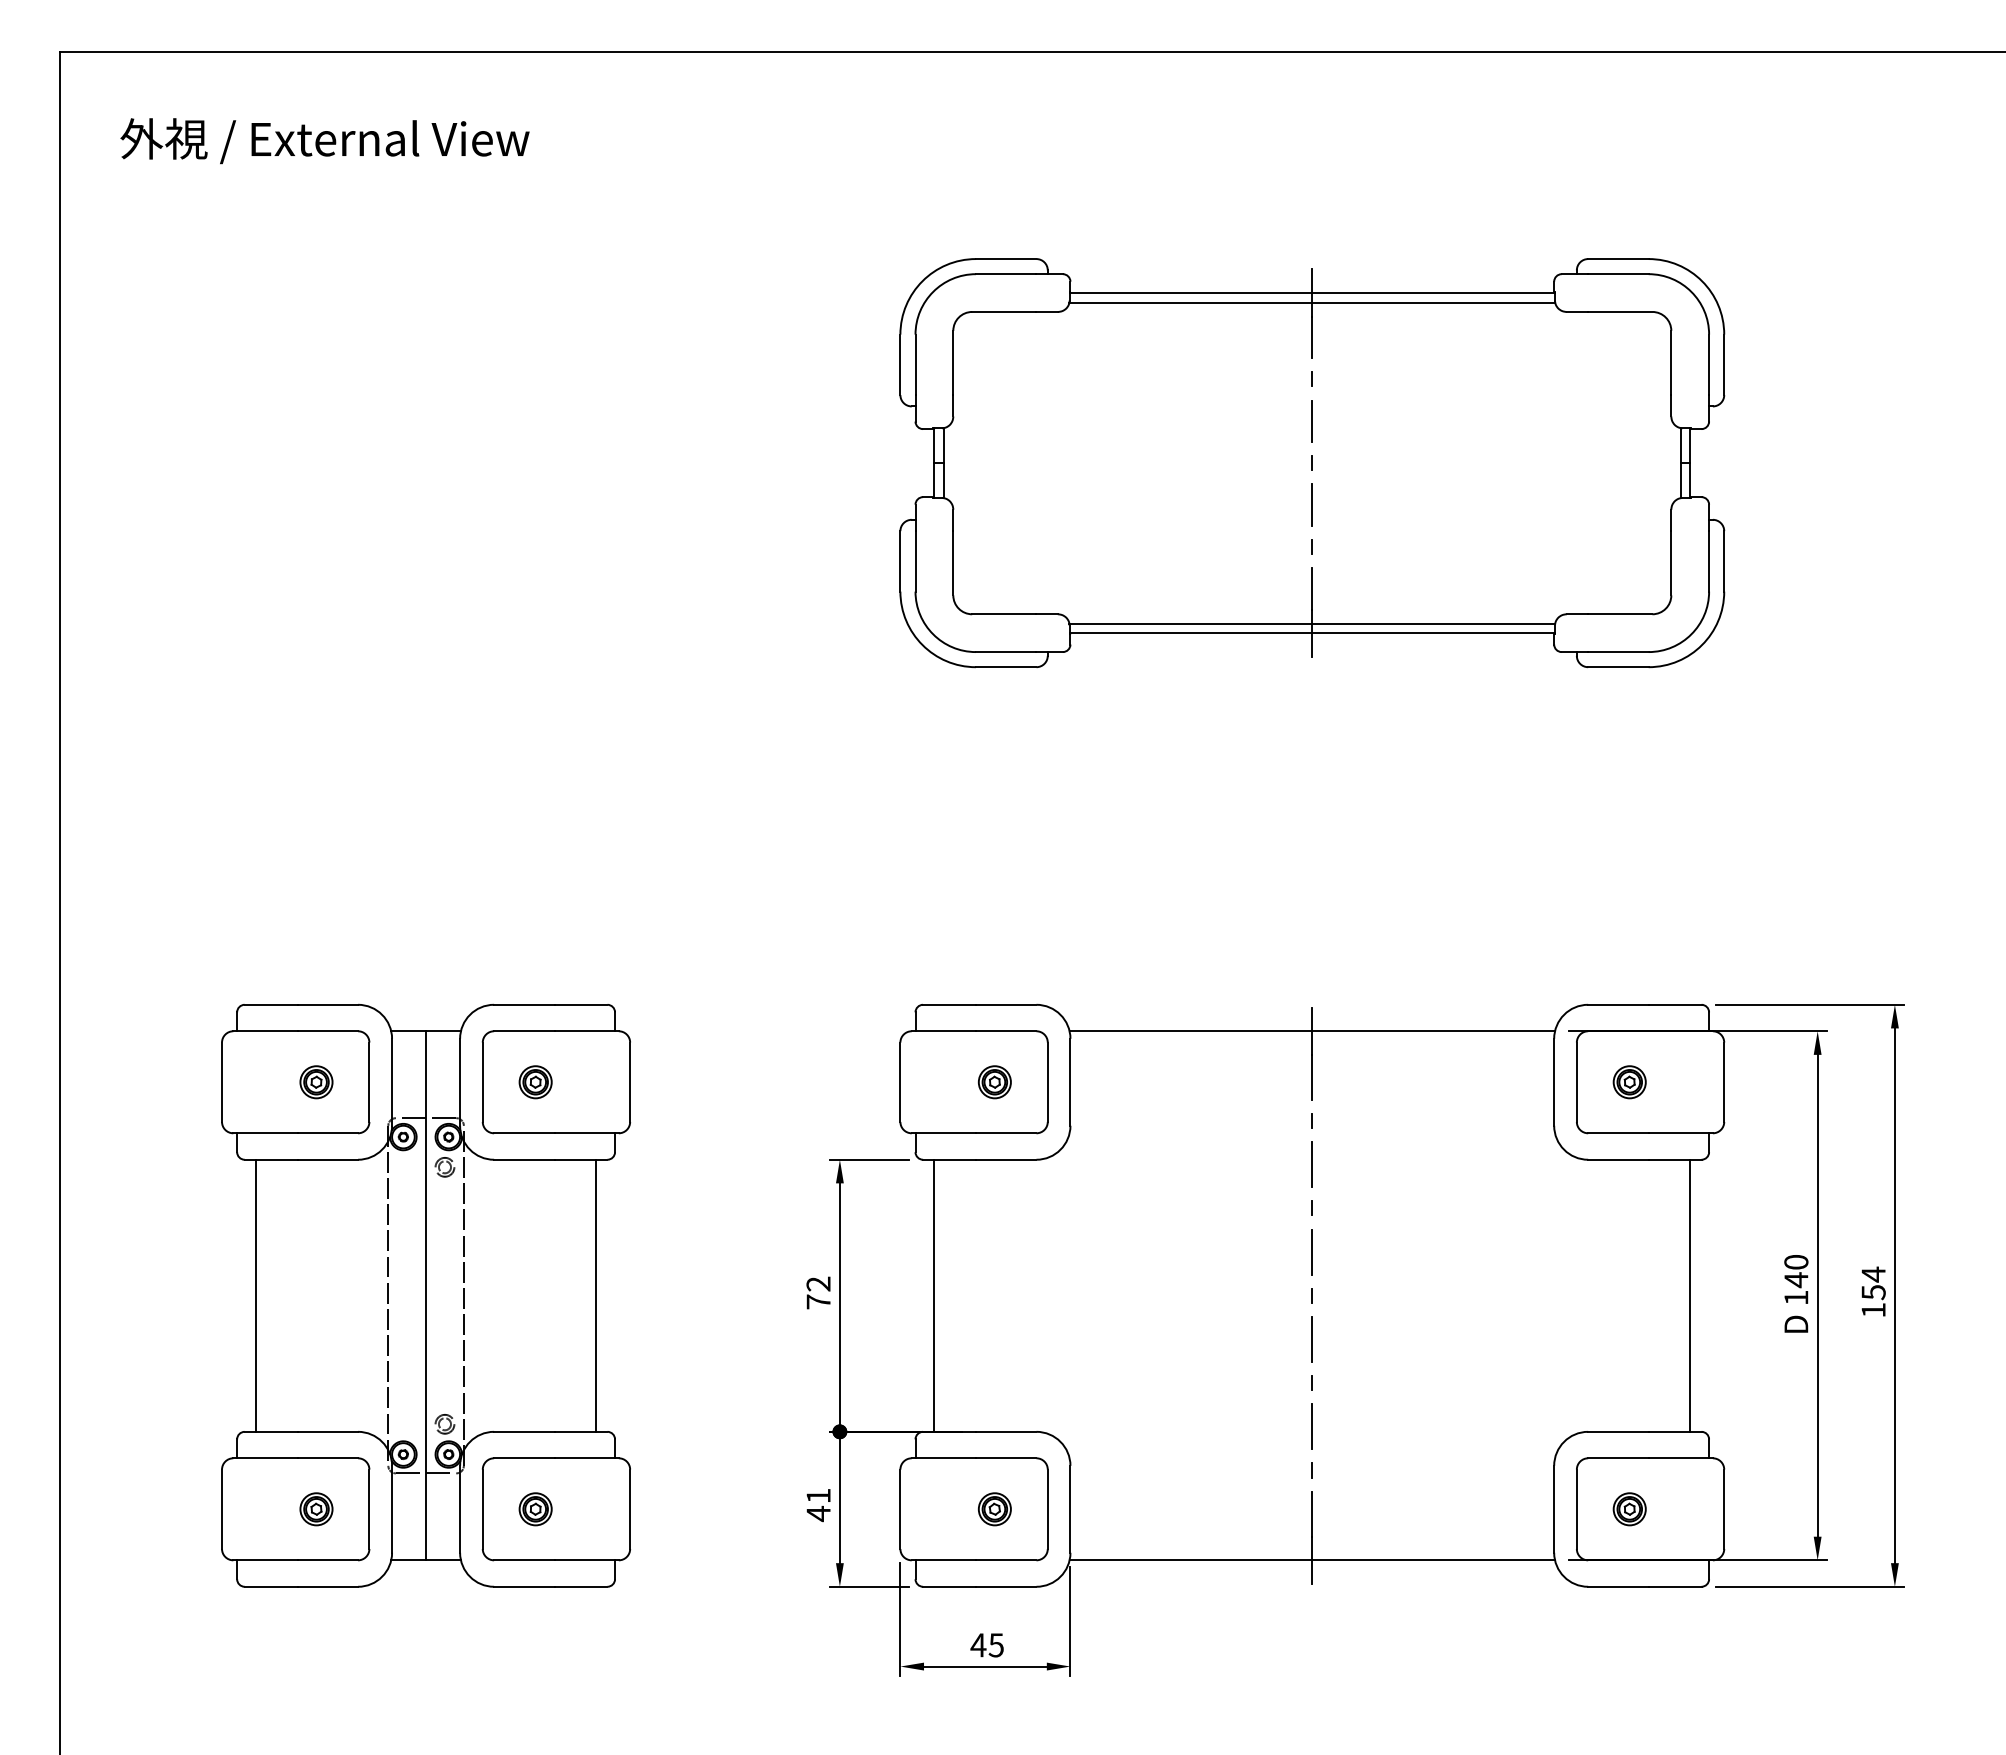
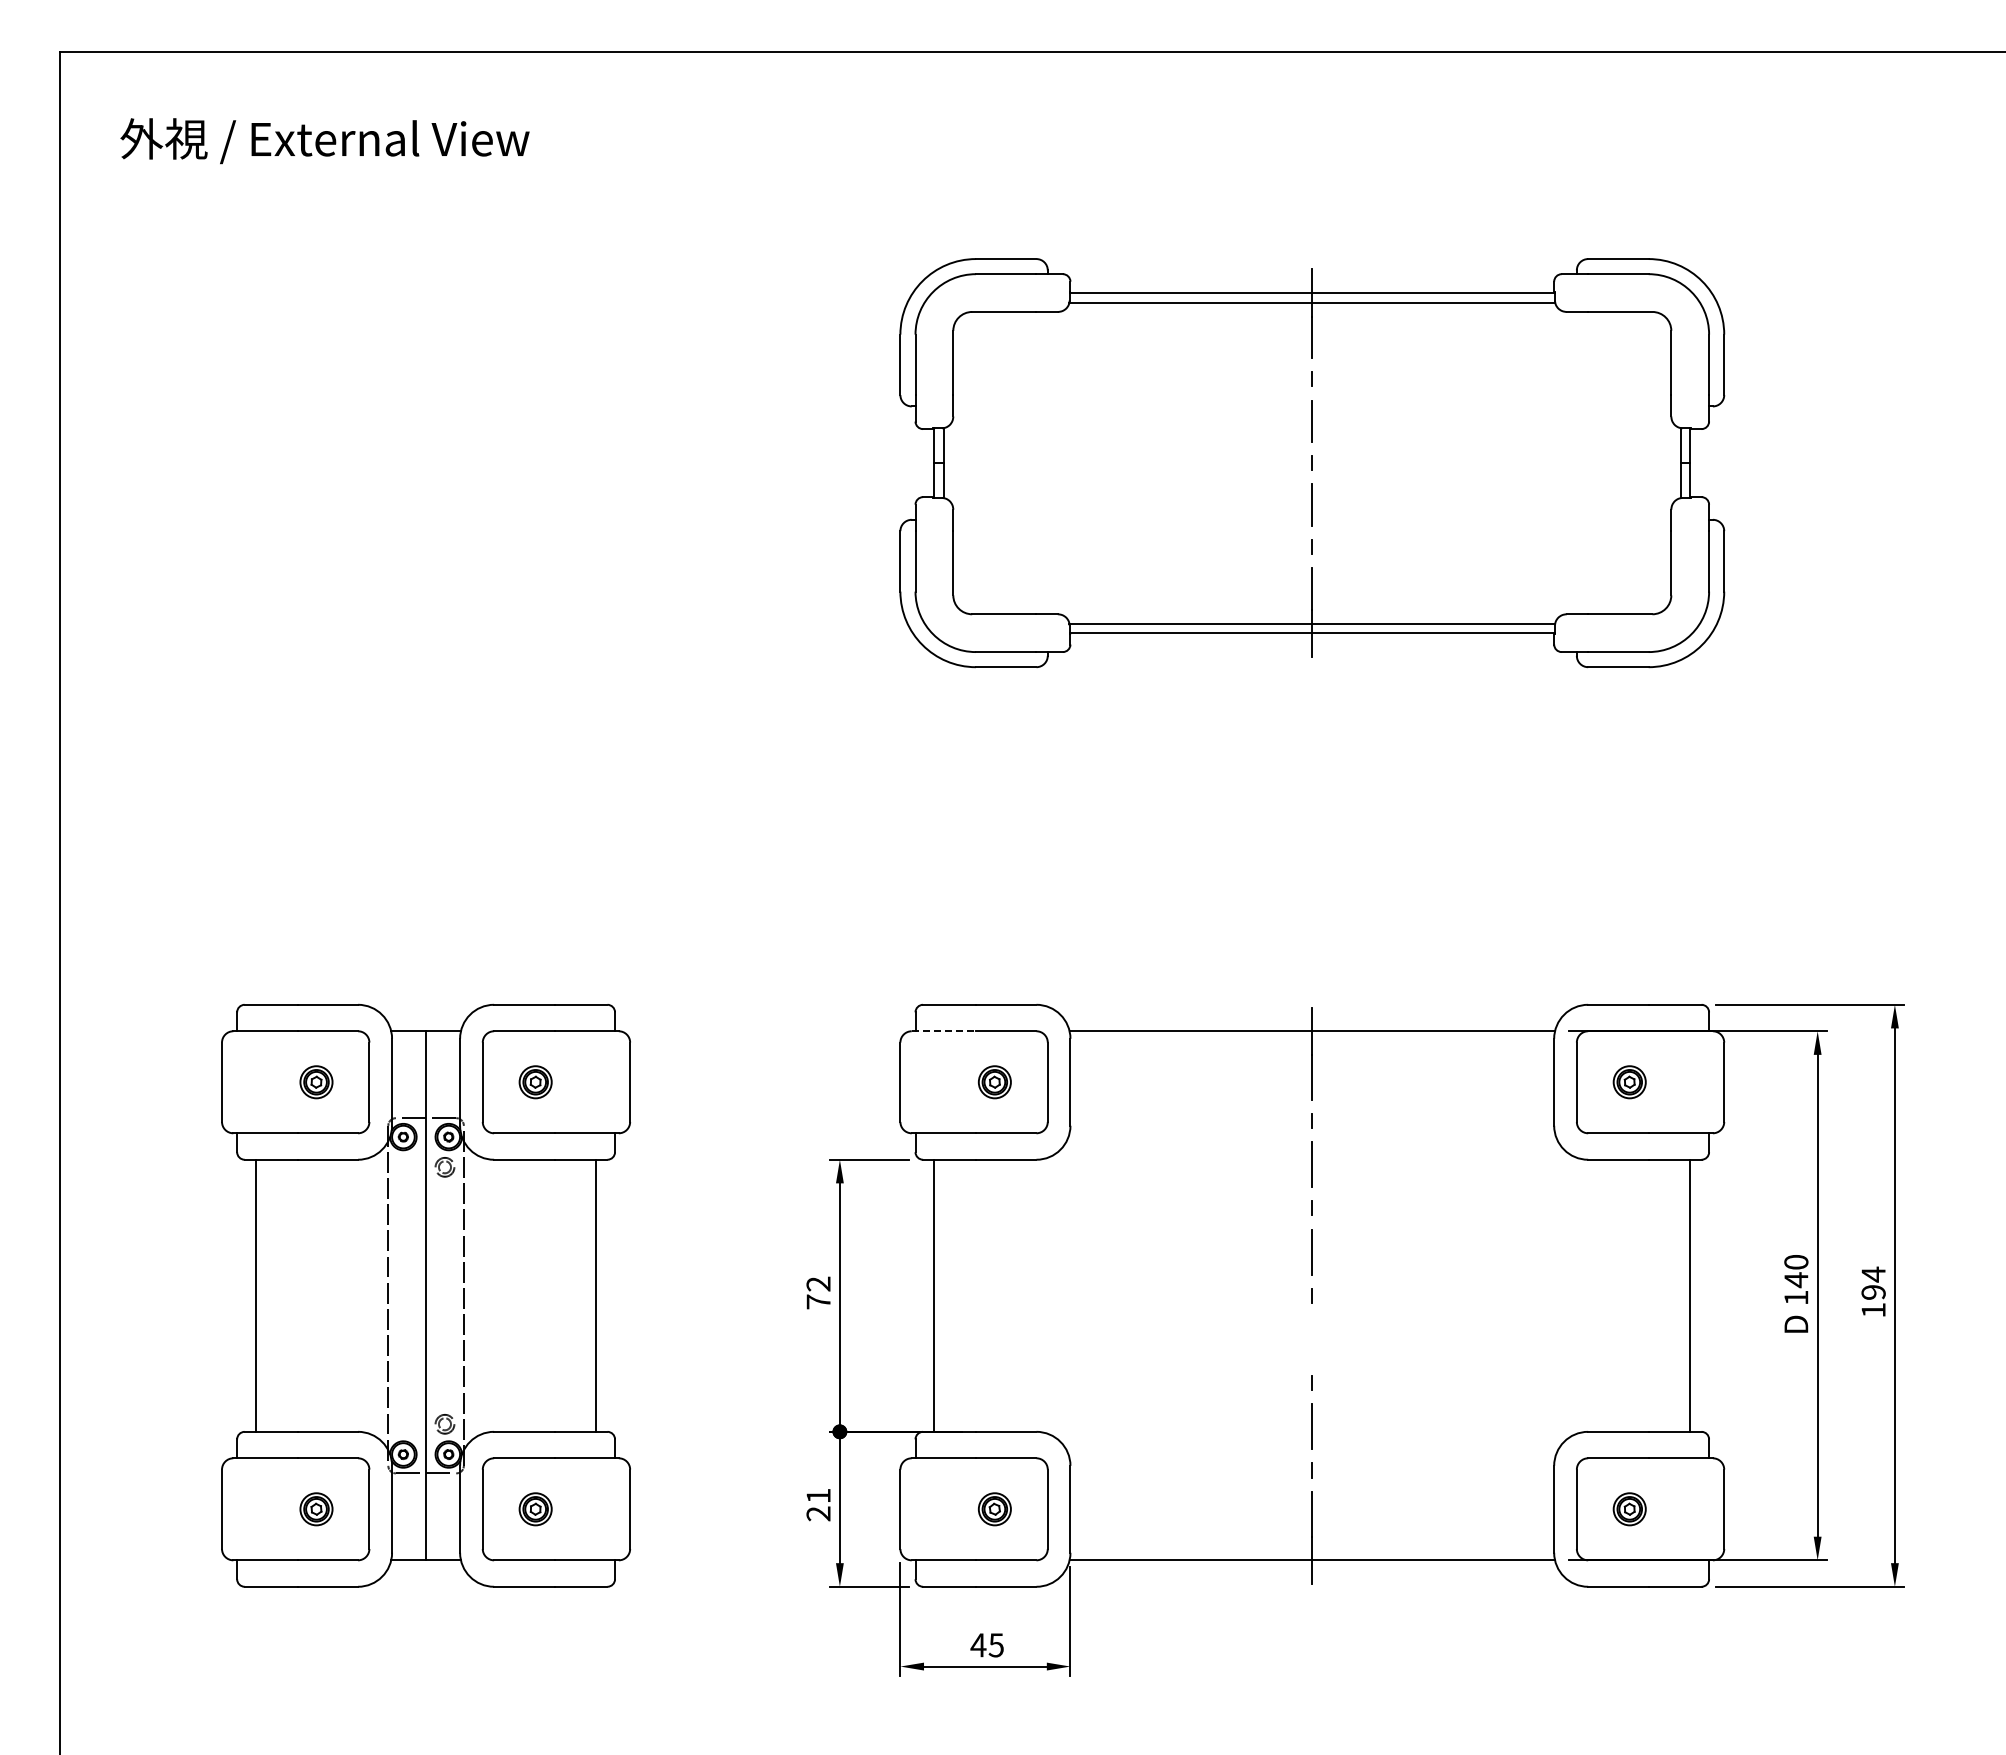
line at (944, 1031): solid -> dashed
text at (1873, 1292): 154 -> 194
line at (1311, 1339): present -> none
text at (818, 1513): 41 -> 21
